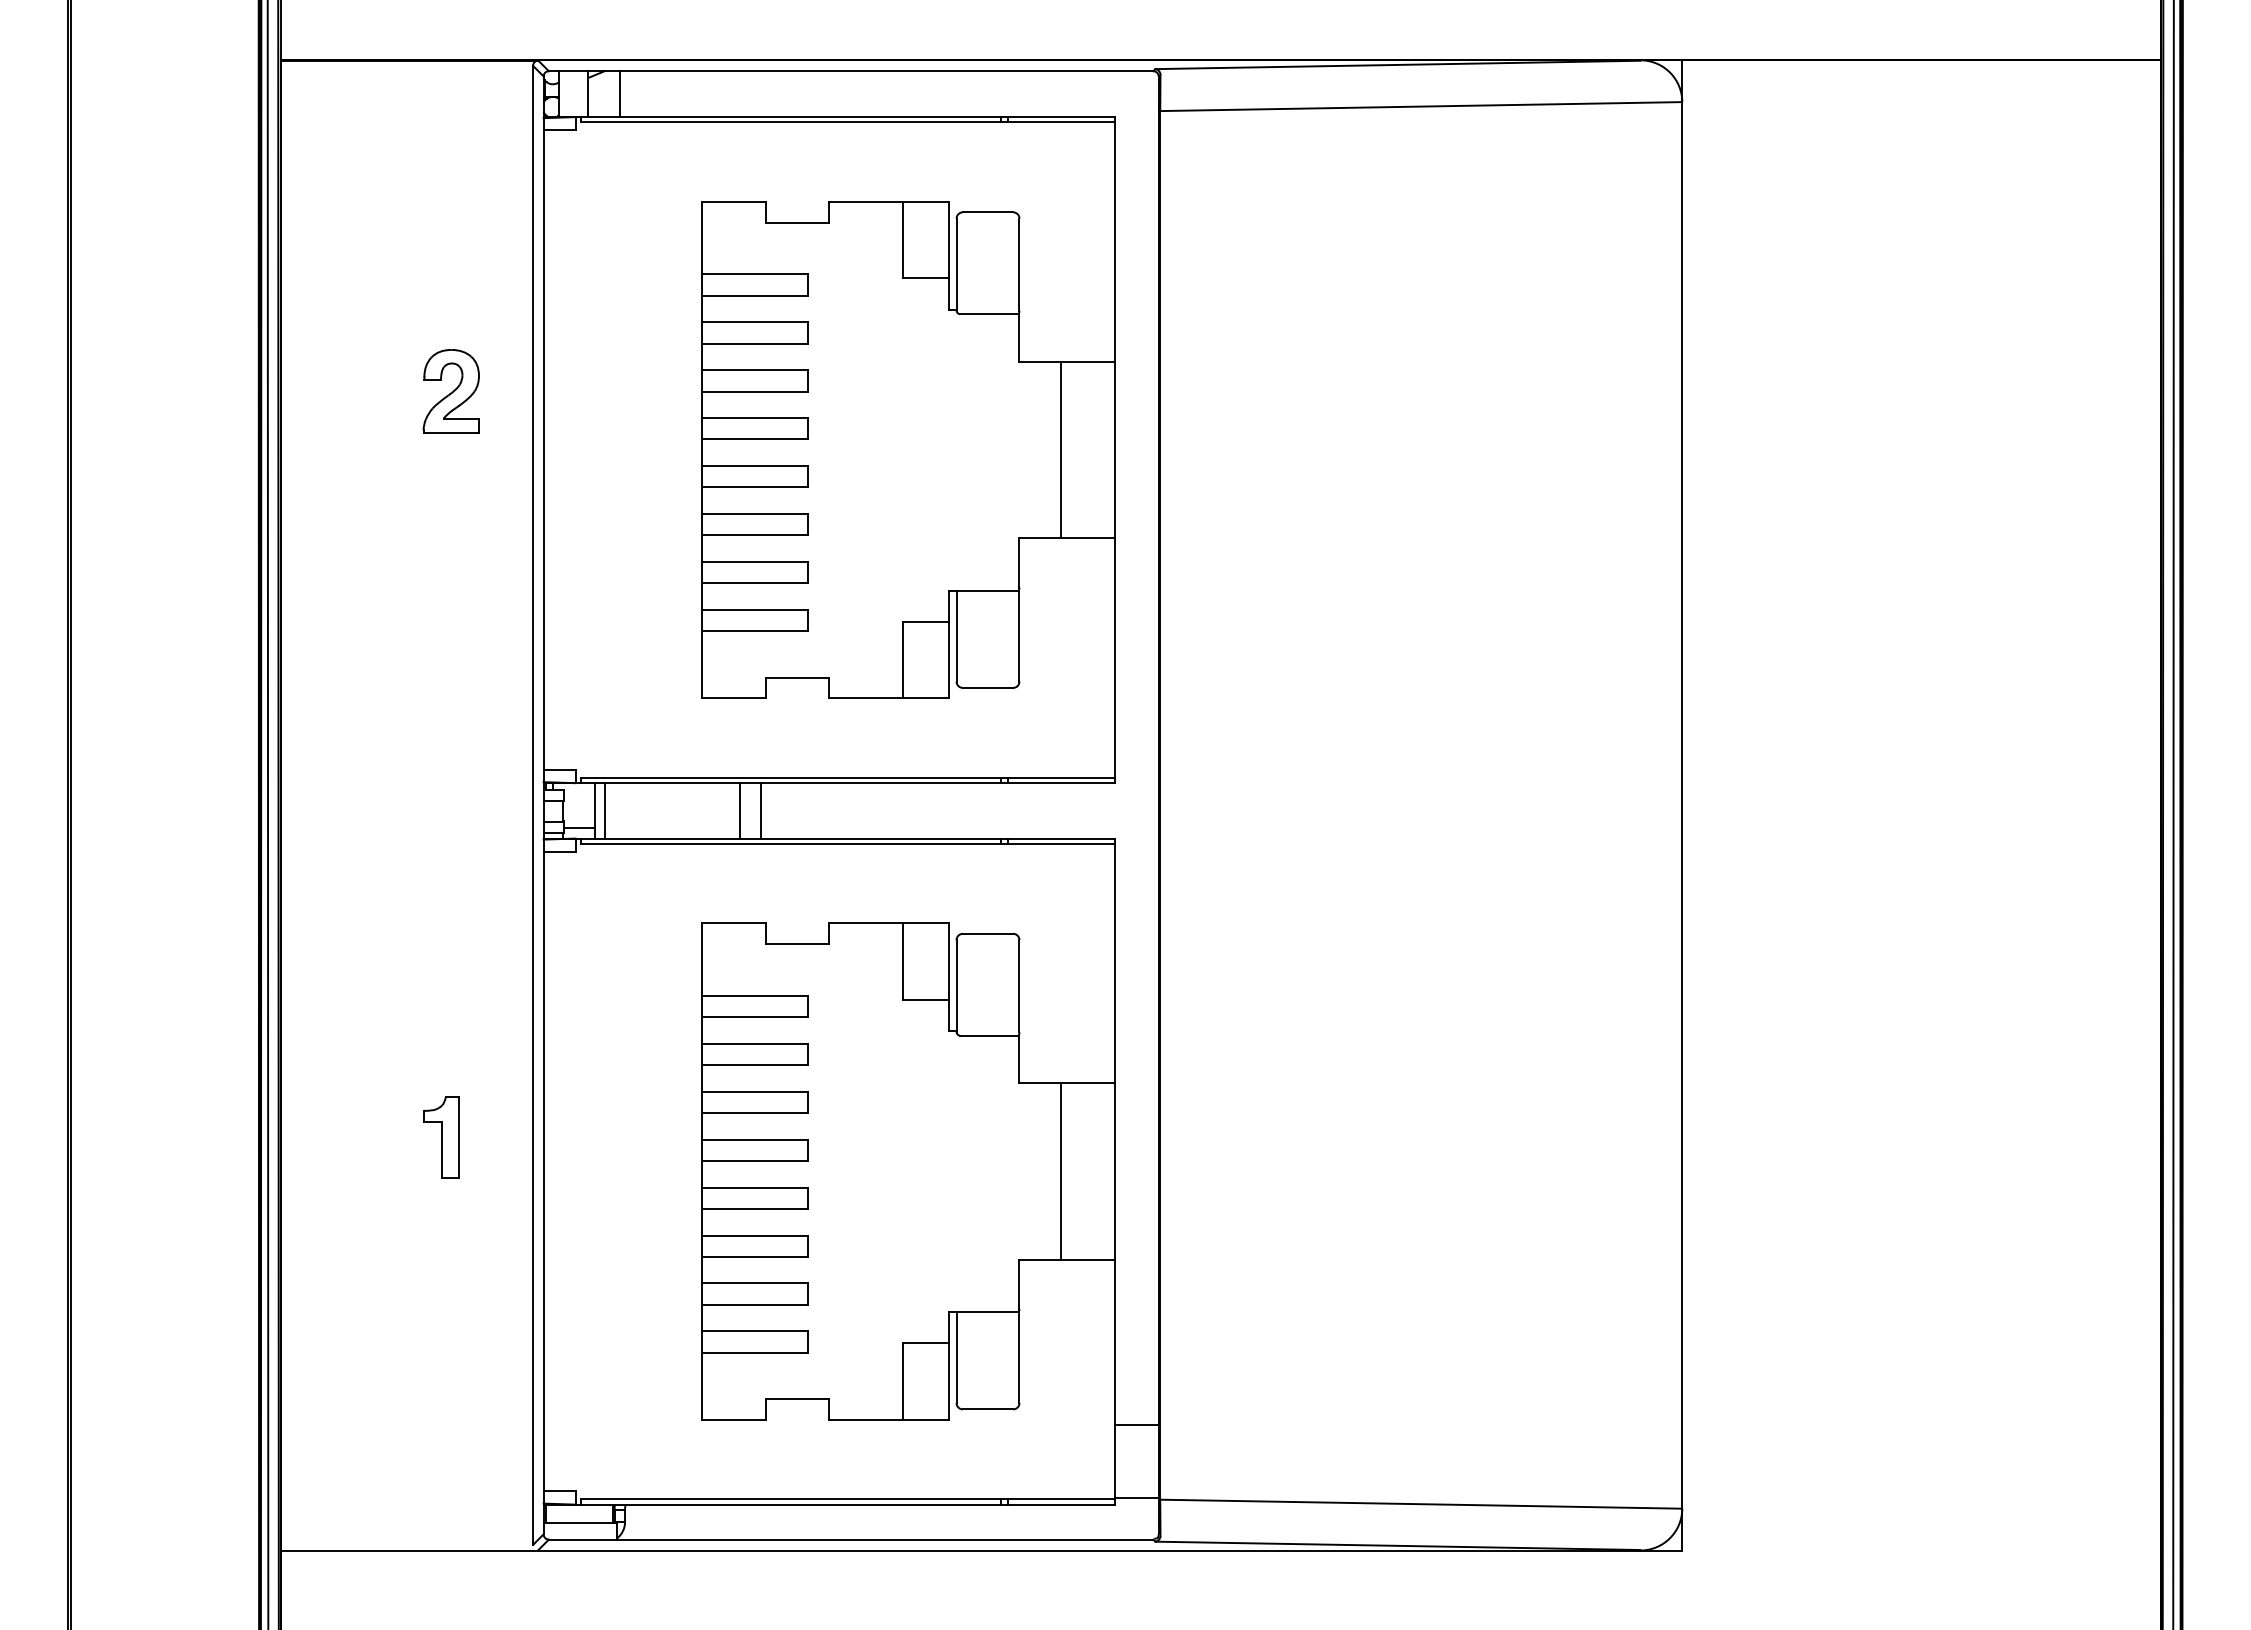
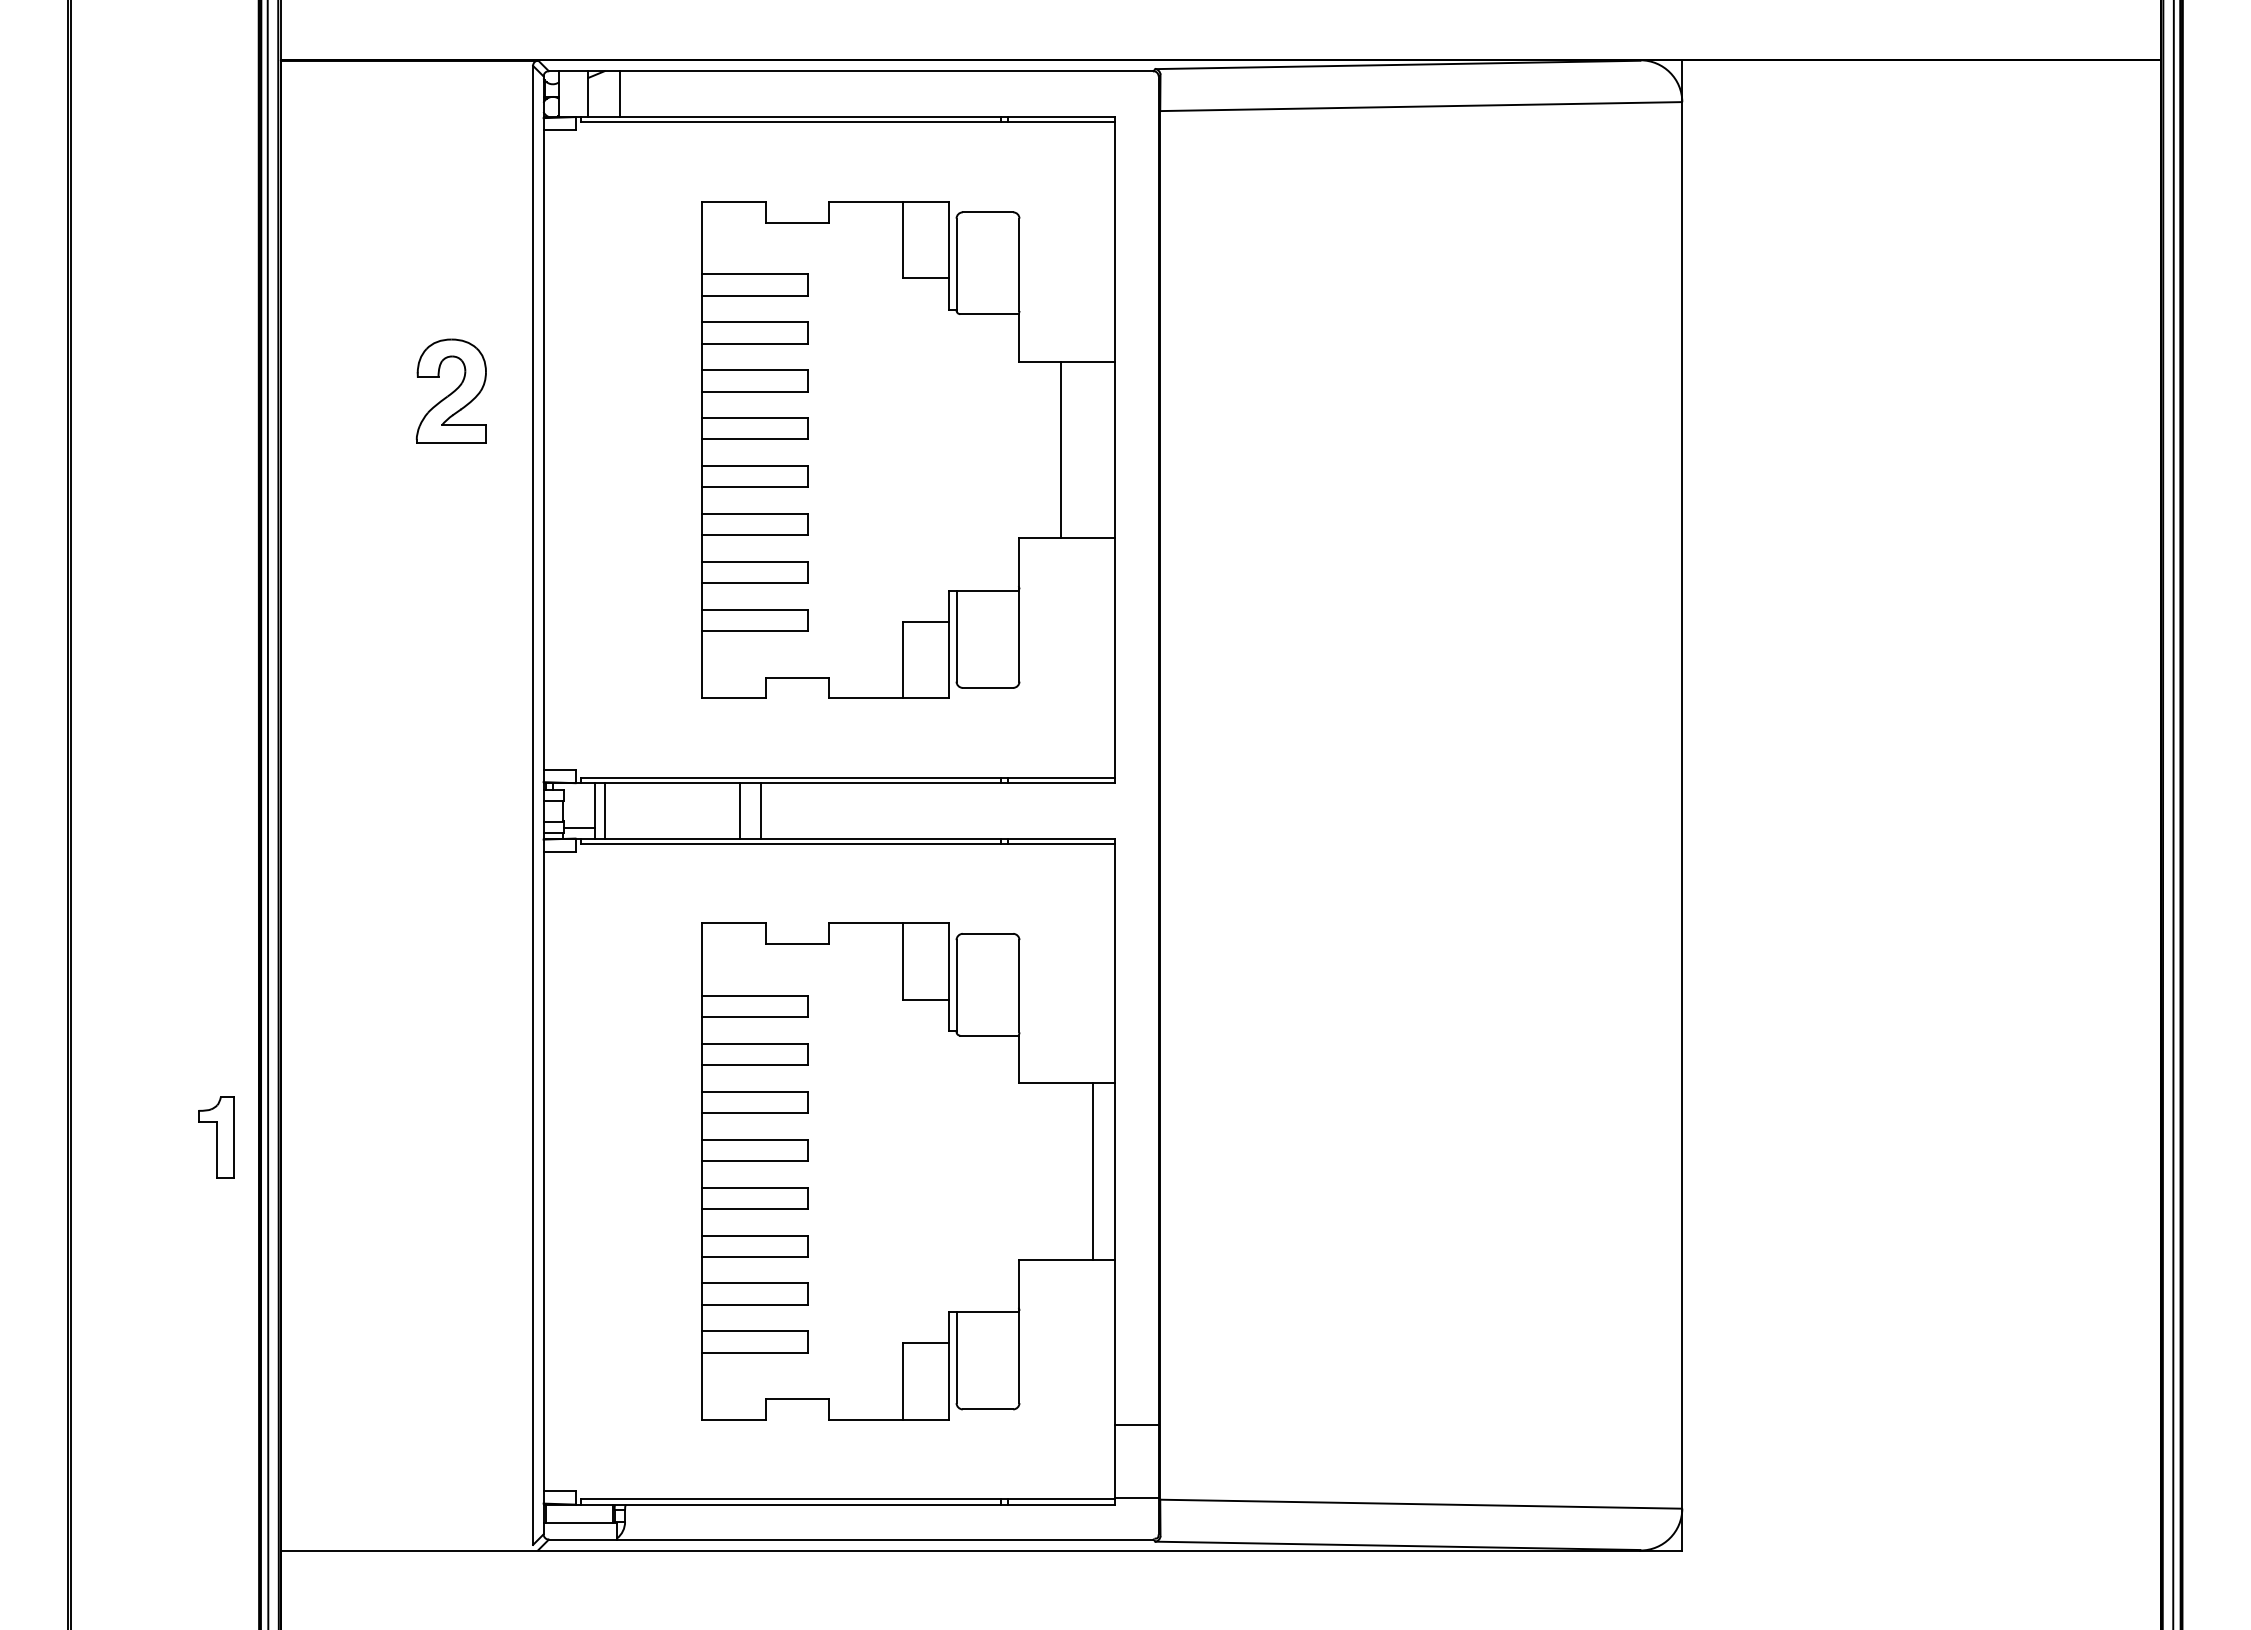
part at (450, 391) size: 58x85 px -> 72x106 px
part at (441, 1137) position: (441, 1137) -> (216, 1137)
line at (1061, 1171) position: (1061, 1171) -> (1093, 1171)
